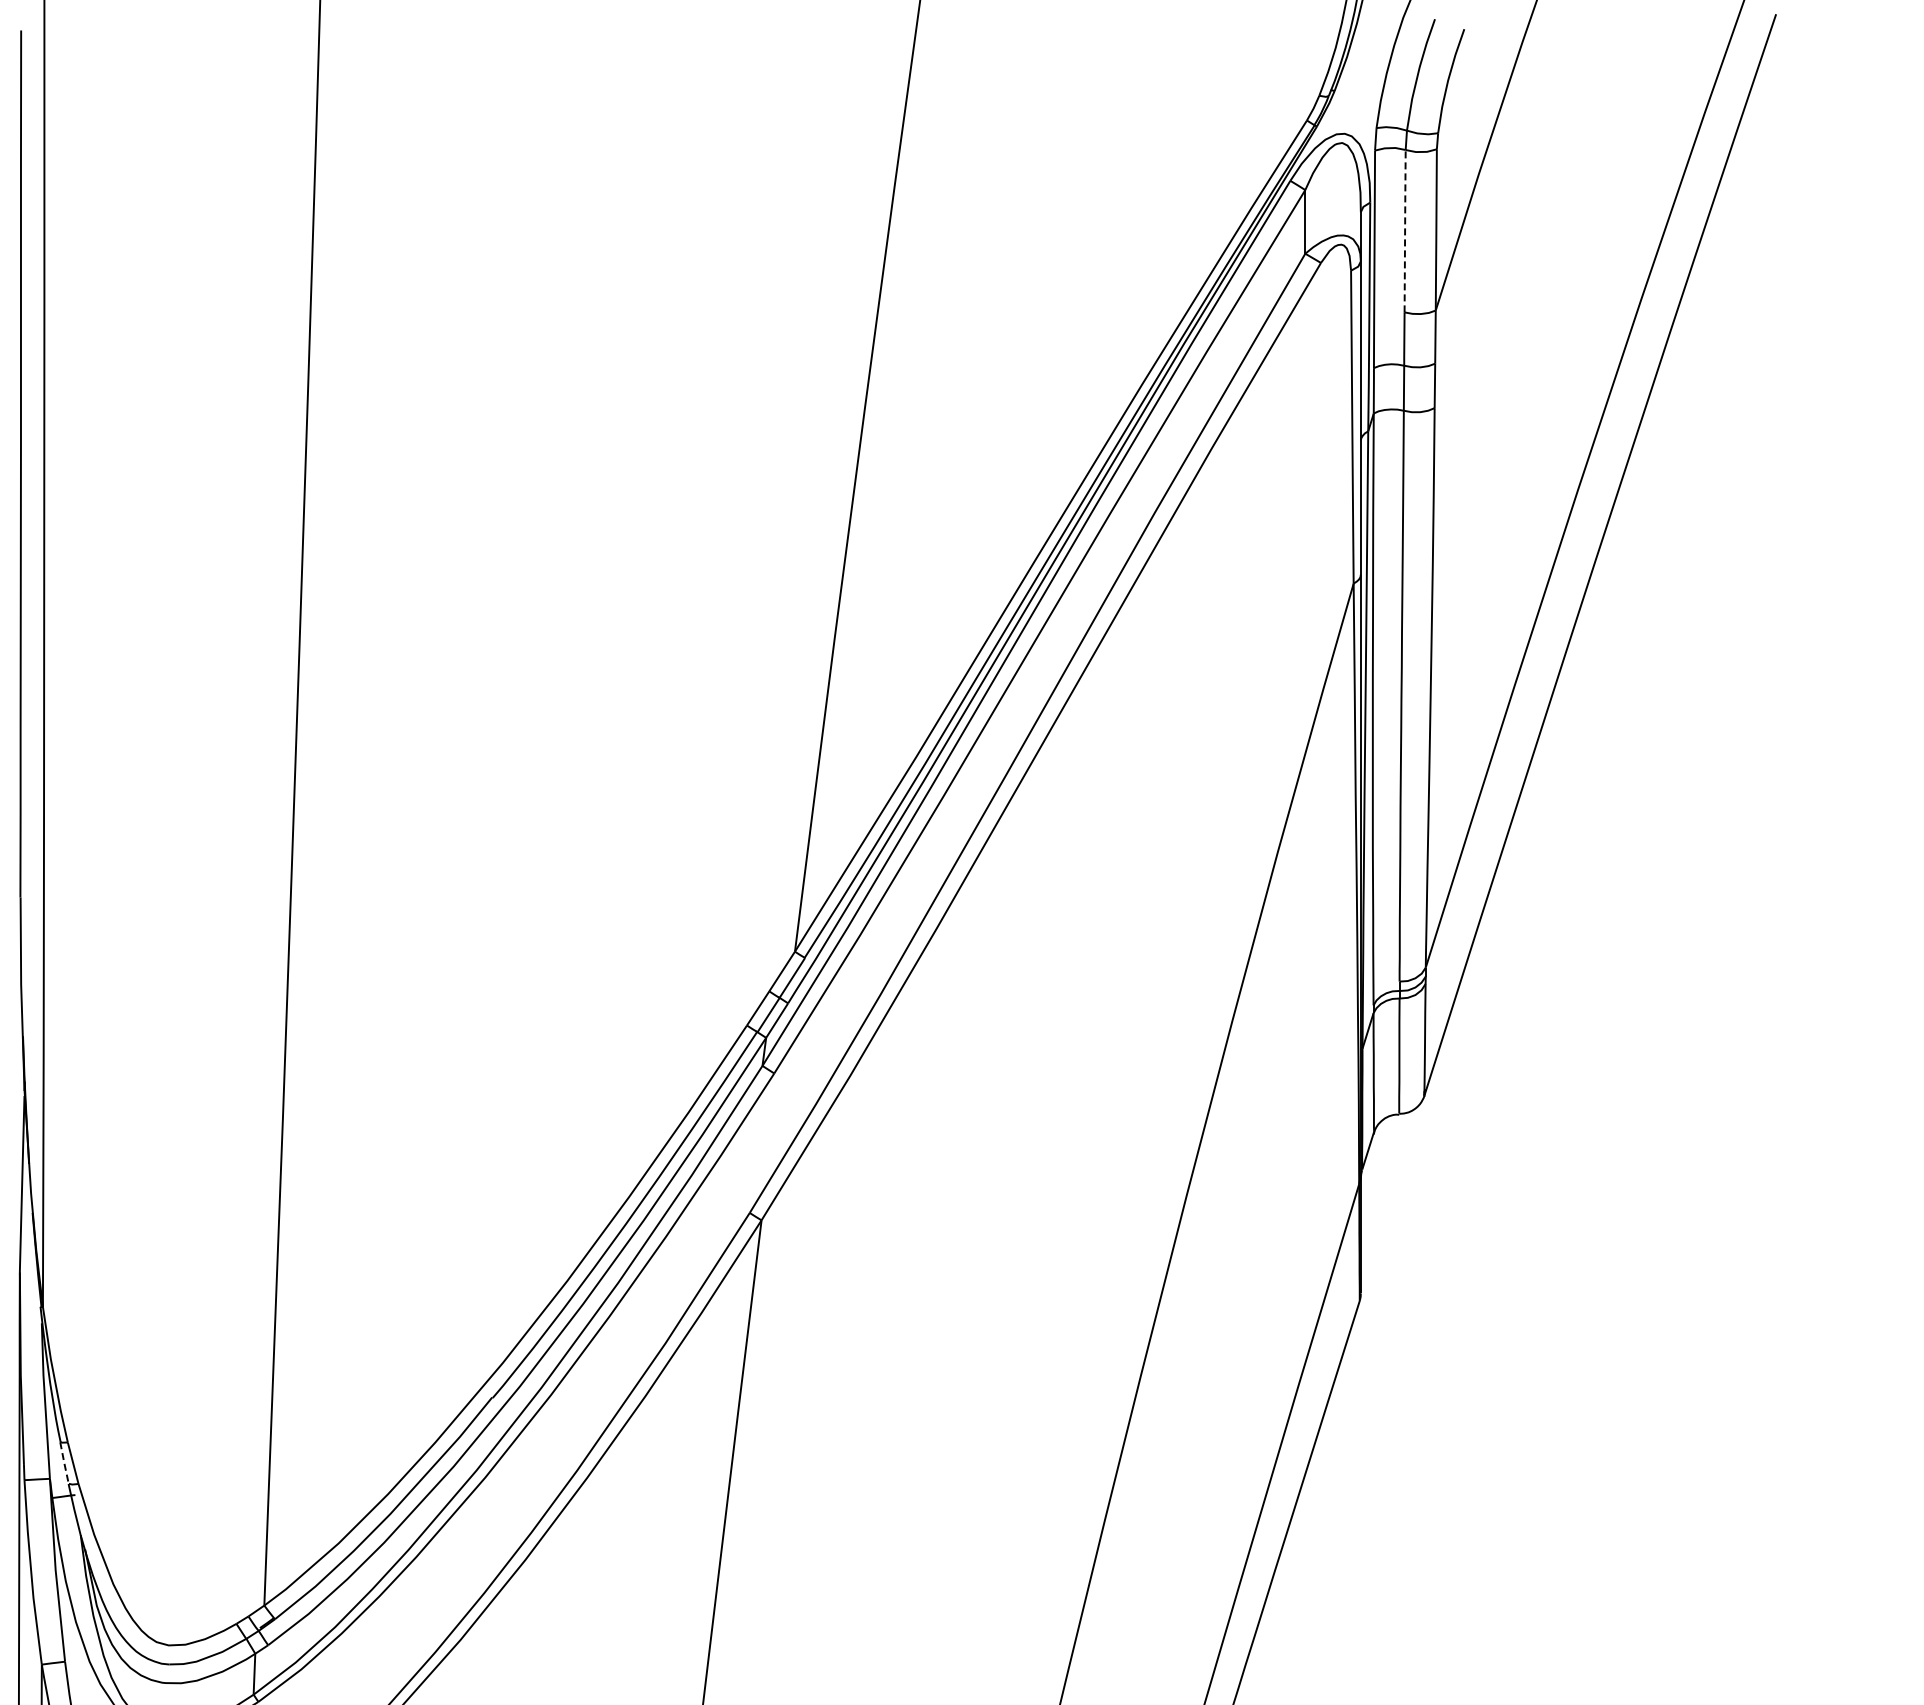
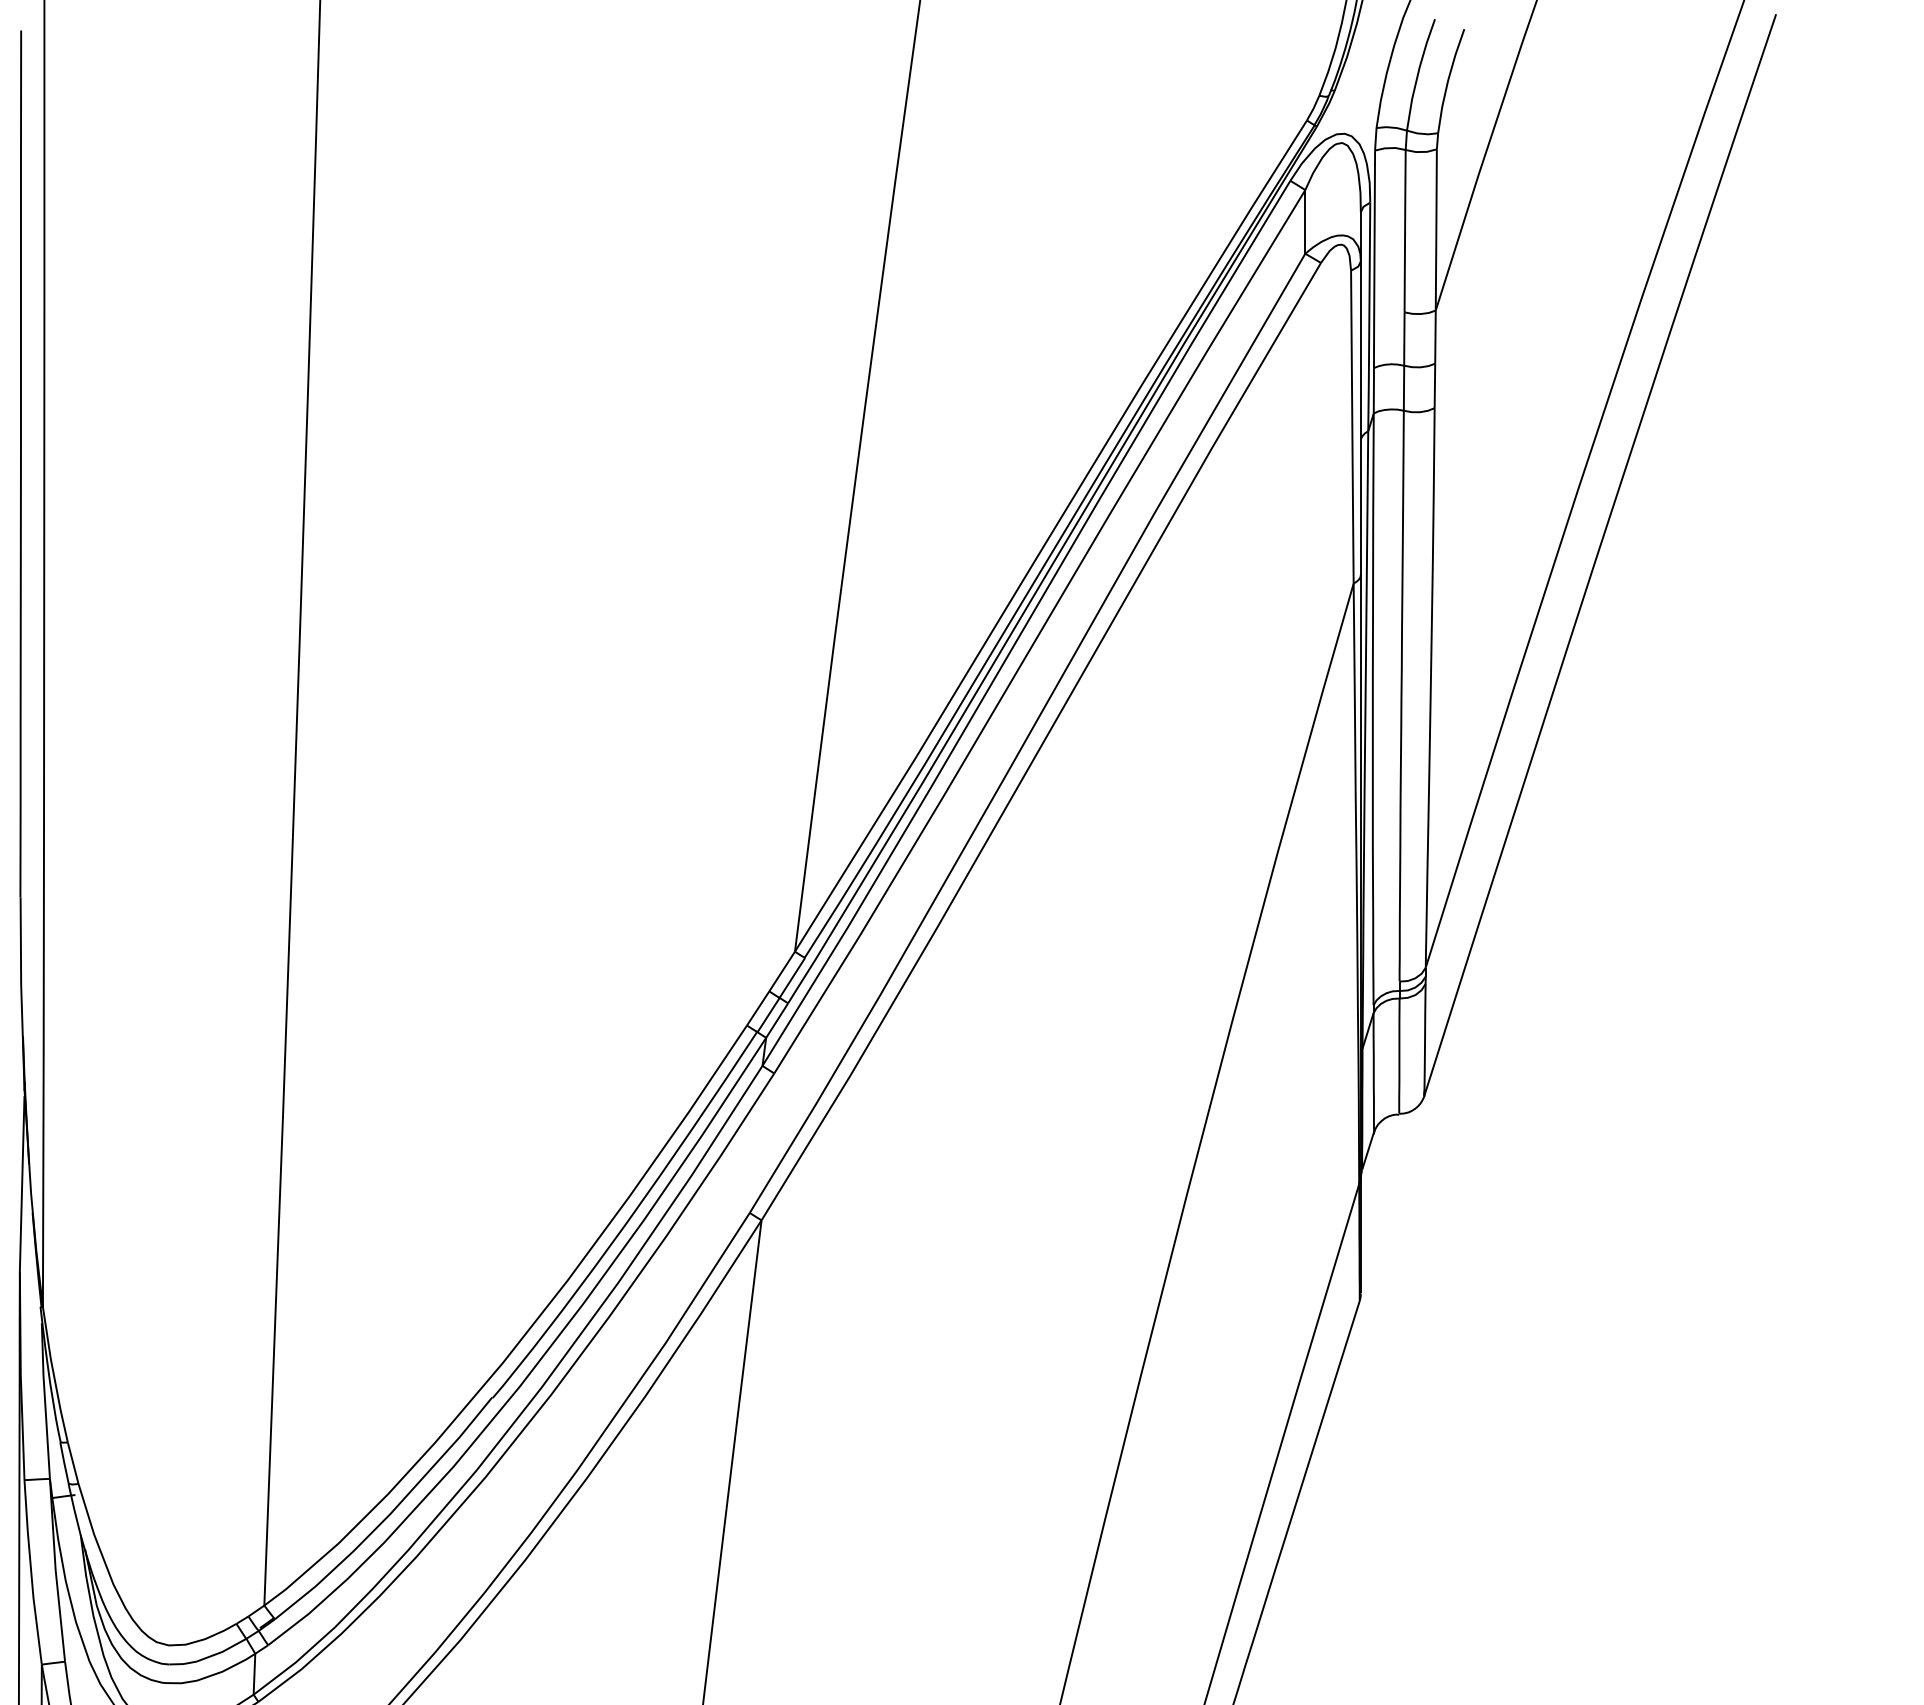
line at (1405, 230): dashed -> solid
line at (64, 1463): dashed -> solid
